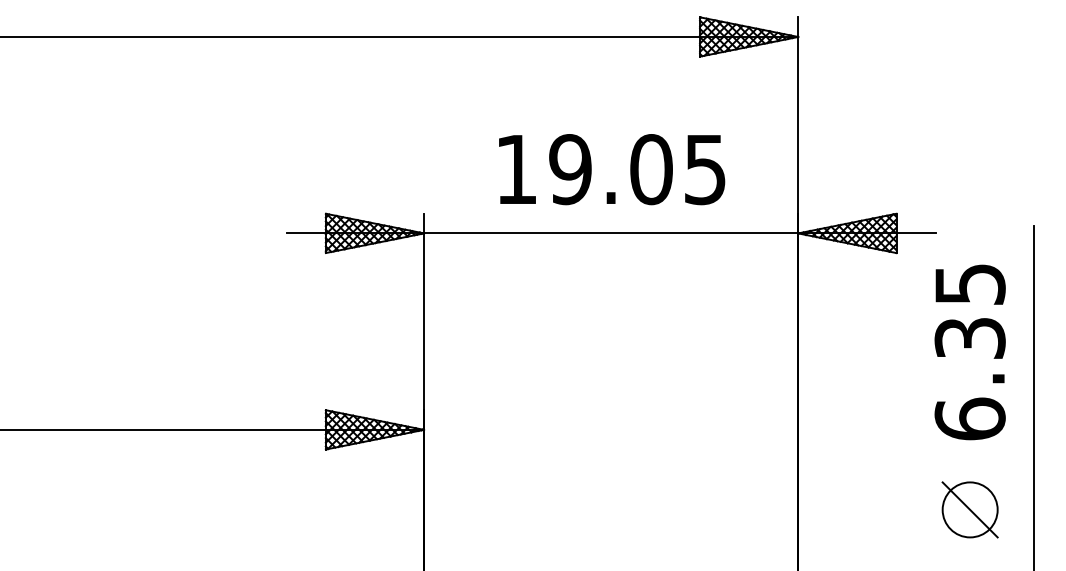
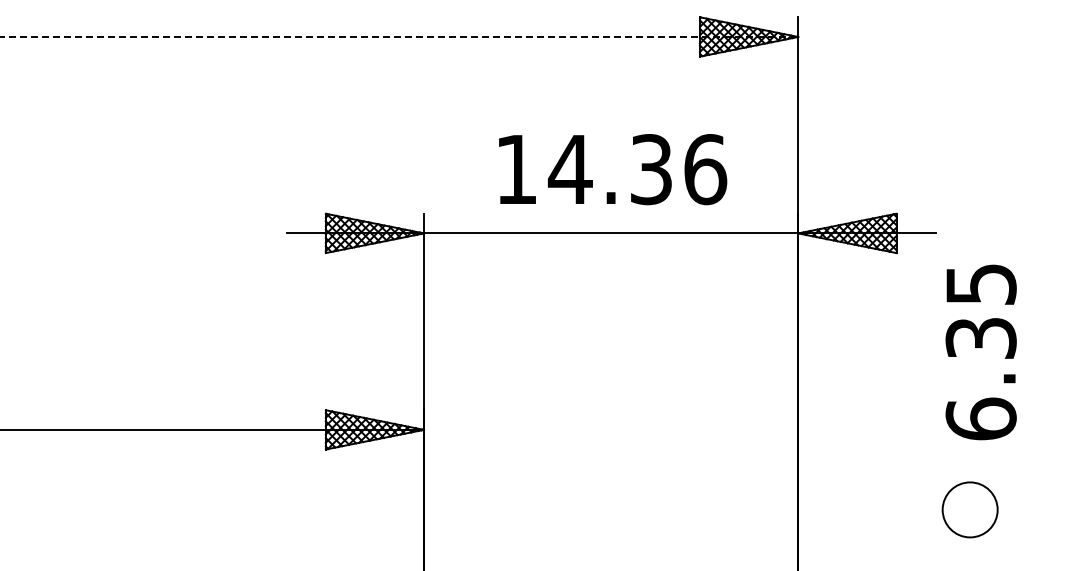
line at (399, 36): solid -> dashed
text at (637, 169): 19.05 -> 14.36
text at (969, 352) position: (969, 352) -> (980, 352)
line at (1034, 396): present -> none
line at (969, 509): present -> none
